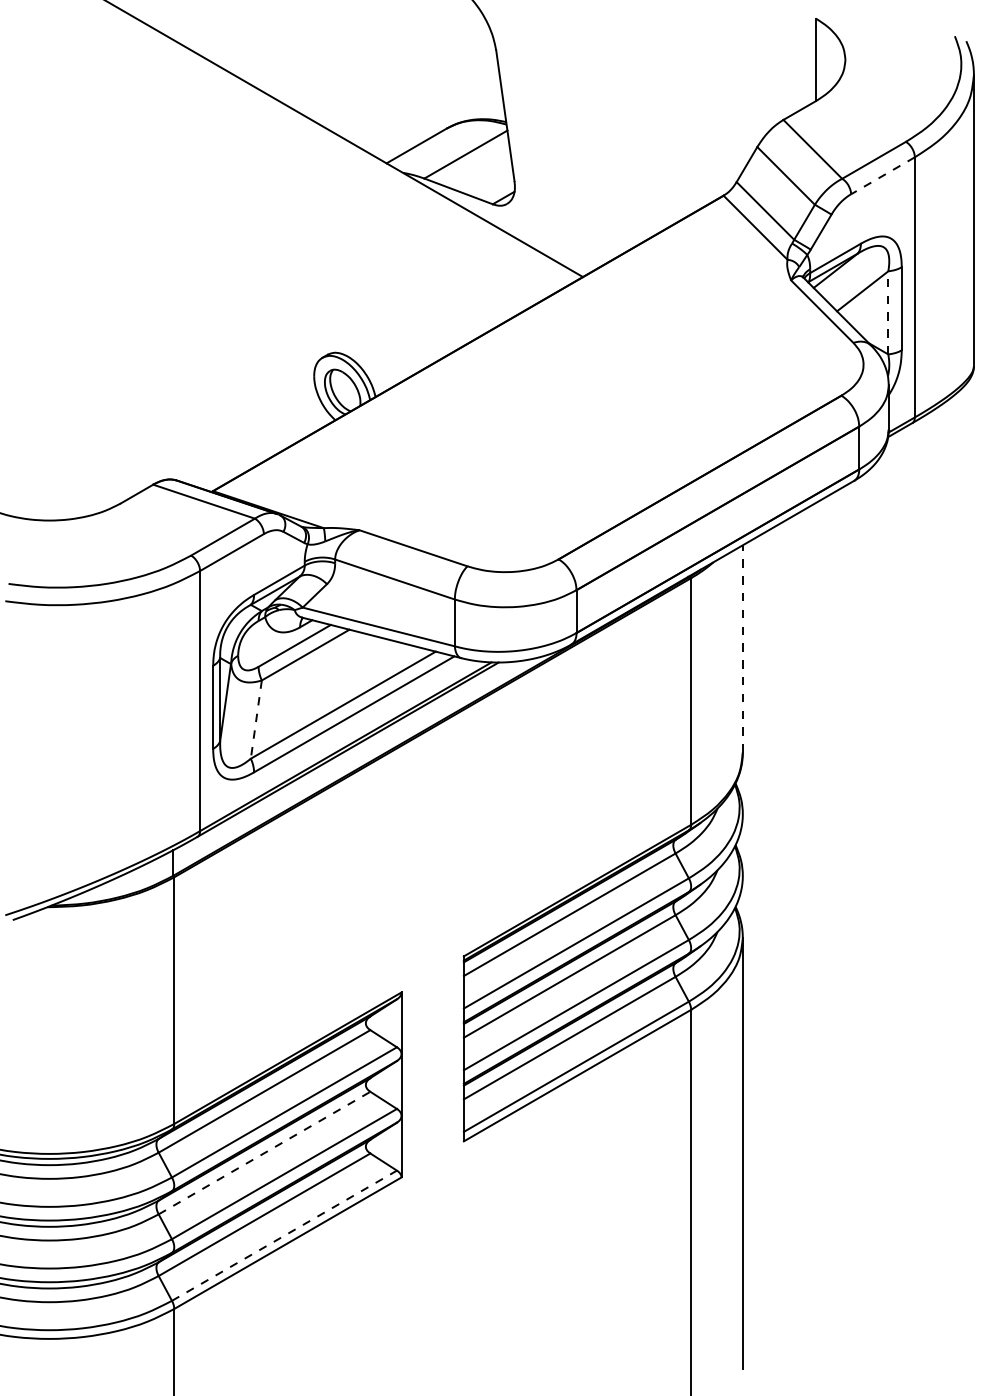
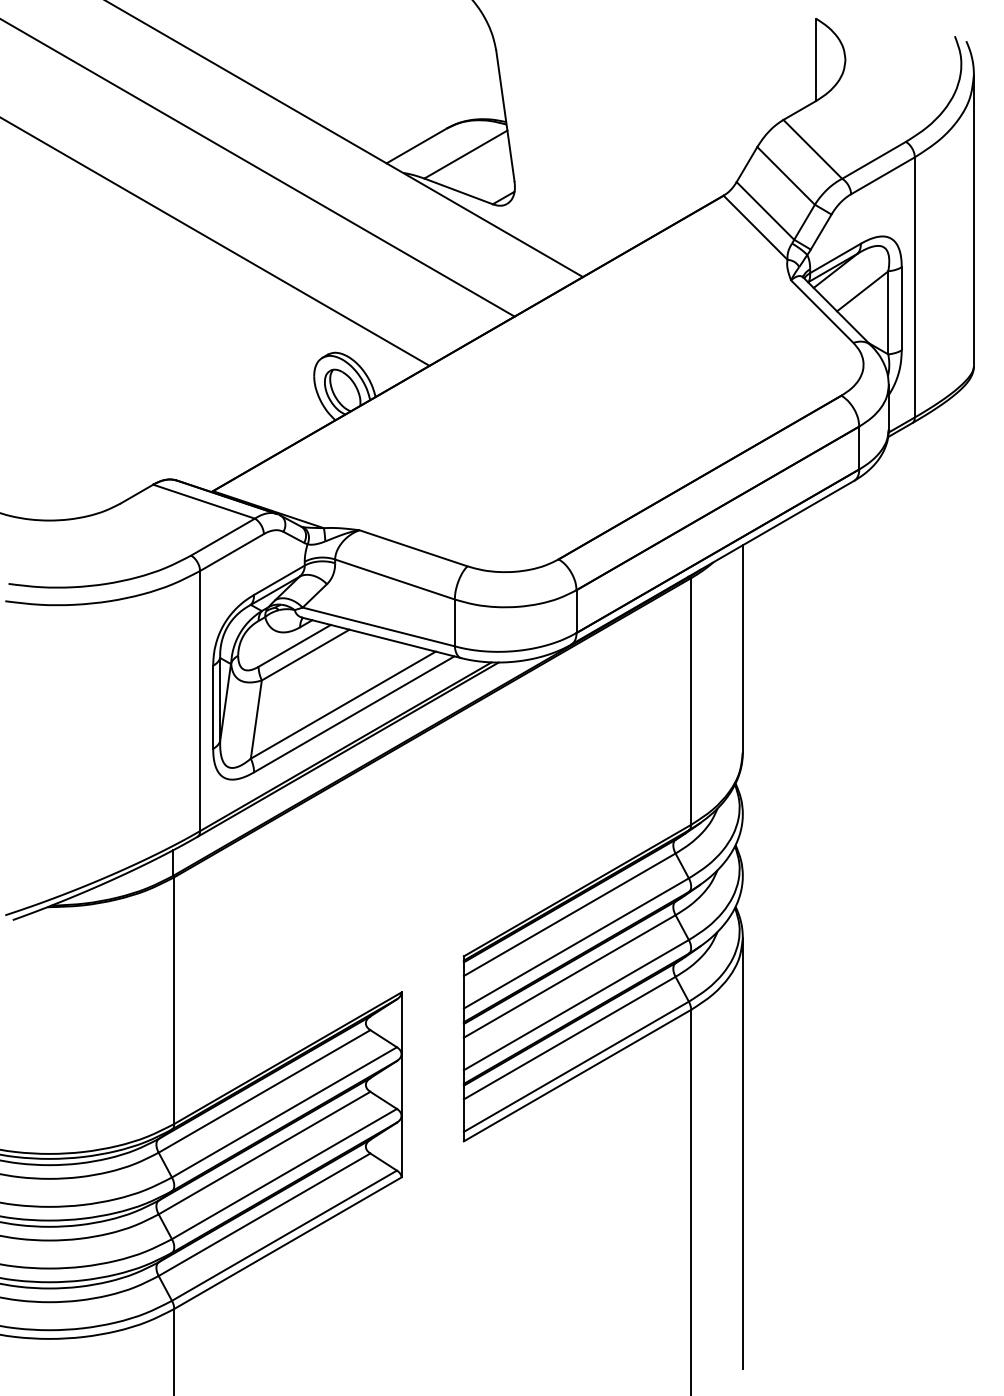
line at (258, 167): none -> present
line at (882, 175): dashed -> solid
line at (215, 241): none -> present
line at (888, 312): dashed -> solid
line at (742, 648): dashed -> solid
line at (256, 719): dashed -> solid
line at (264, 1152): dashed -> solid
line at (284, 1235): dashed -> solid
